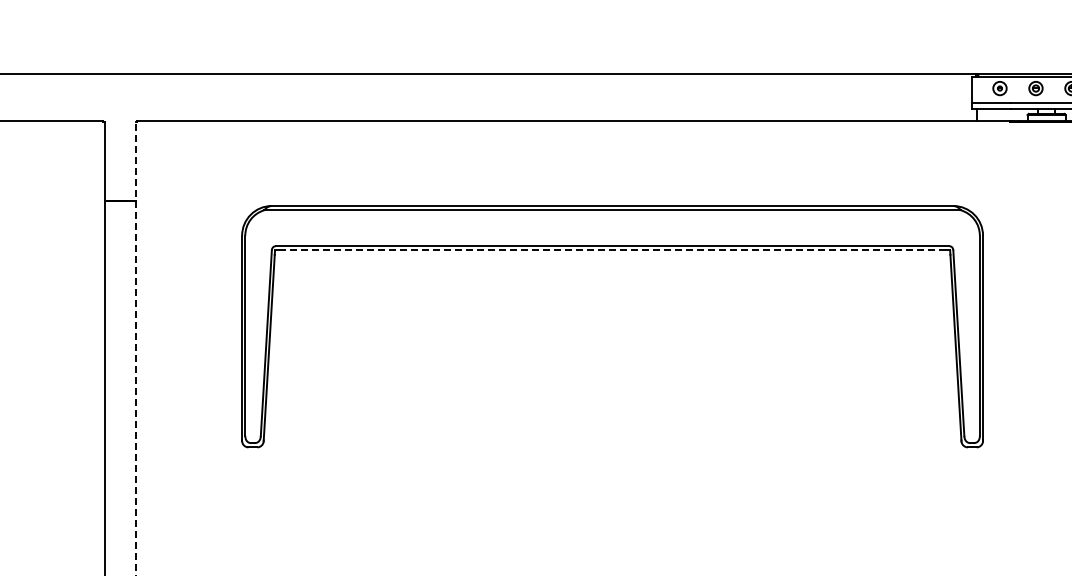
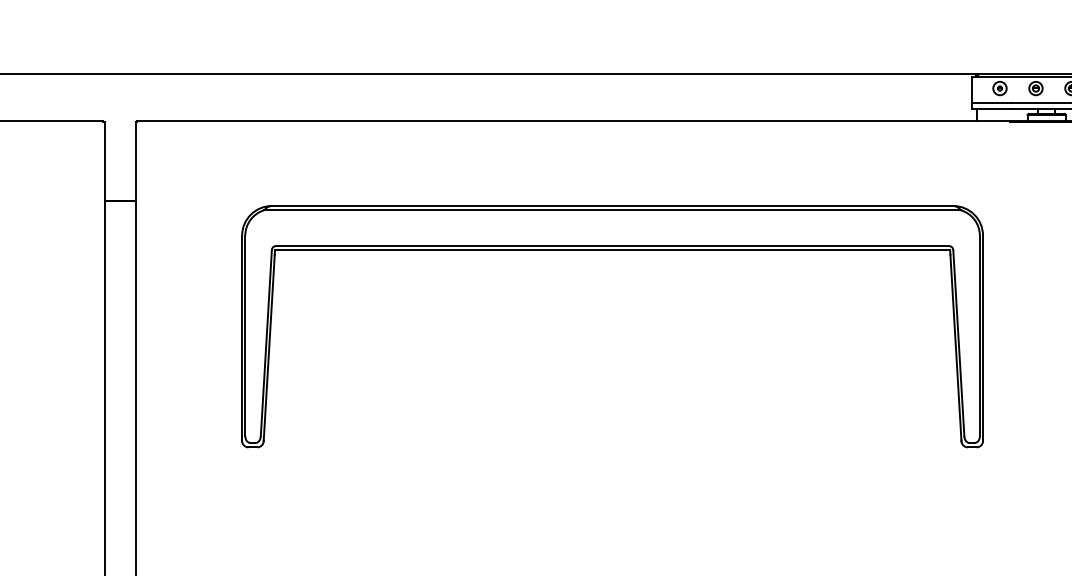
line at (612, 250): dashed -> solid
line at (136, 348): dashed -> solid
